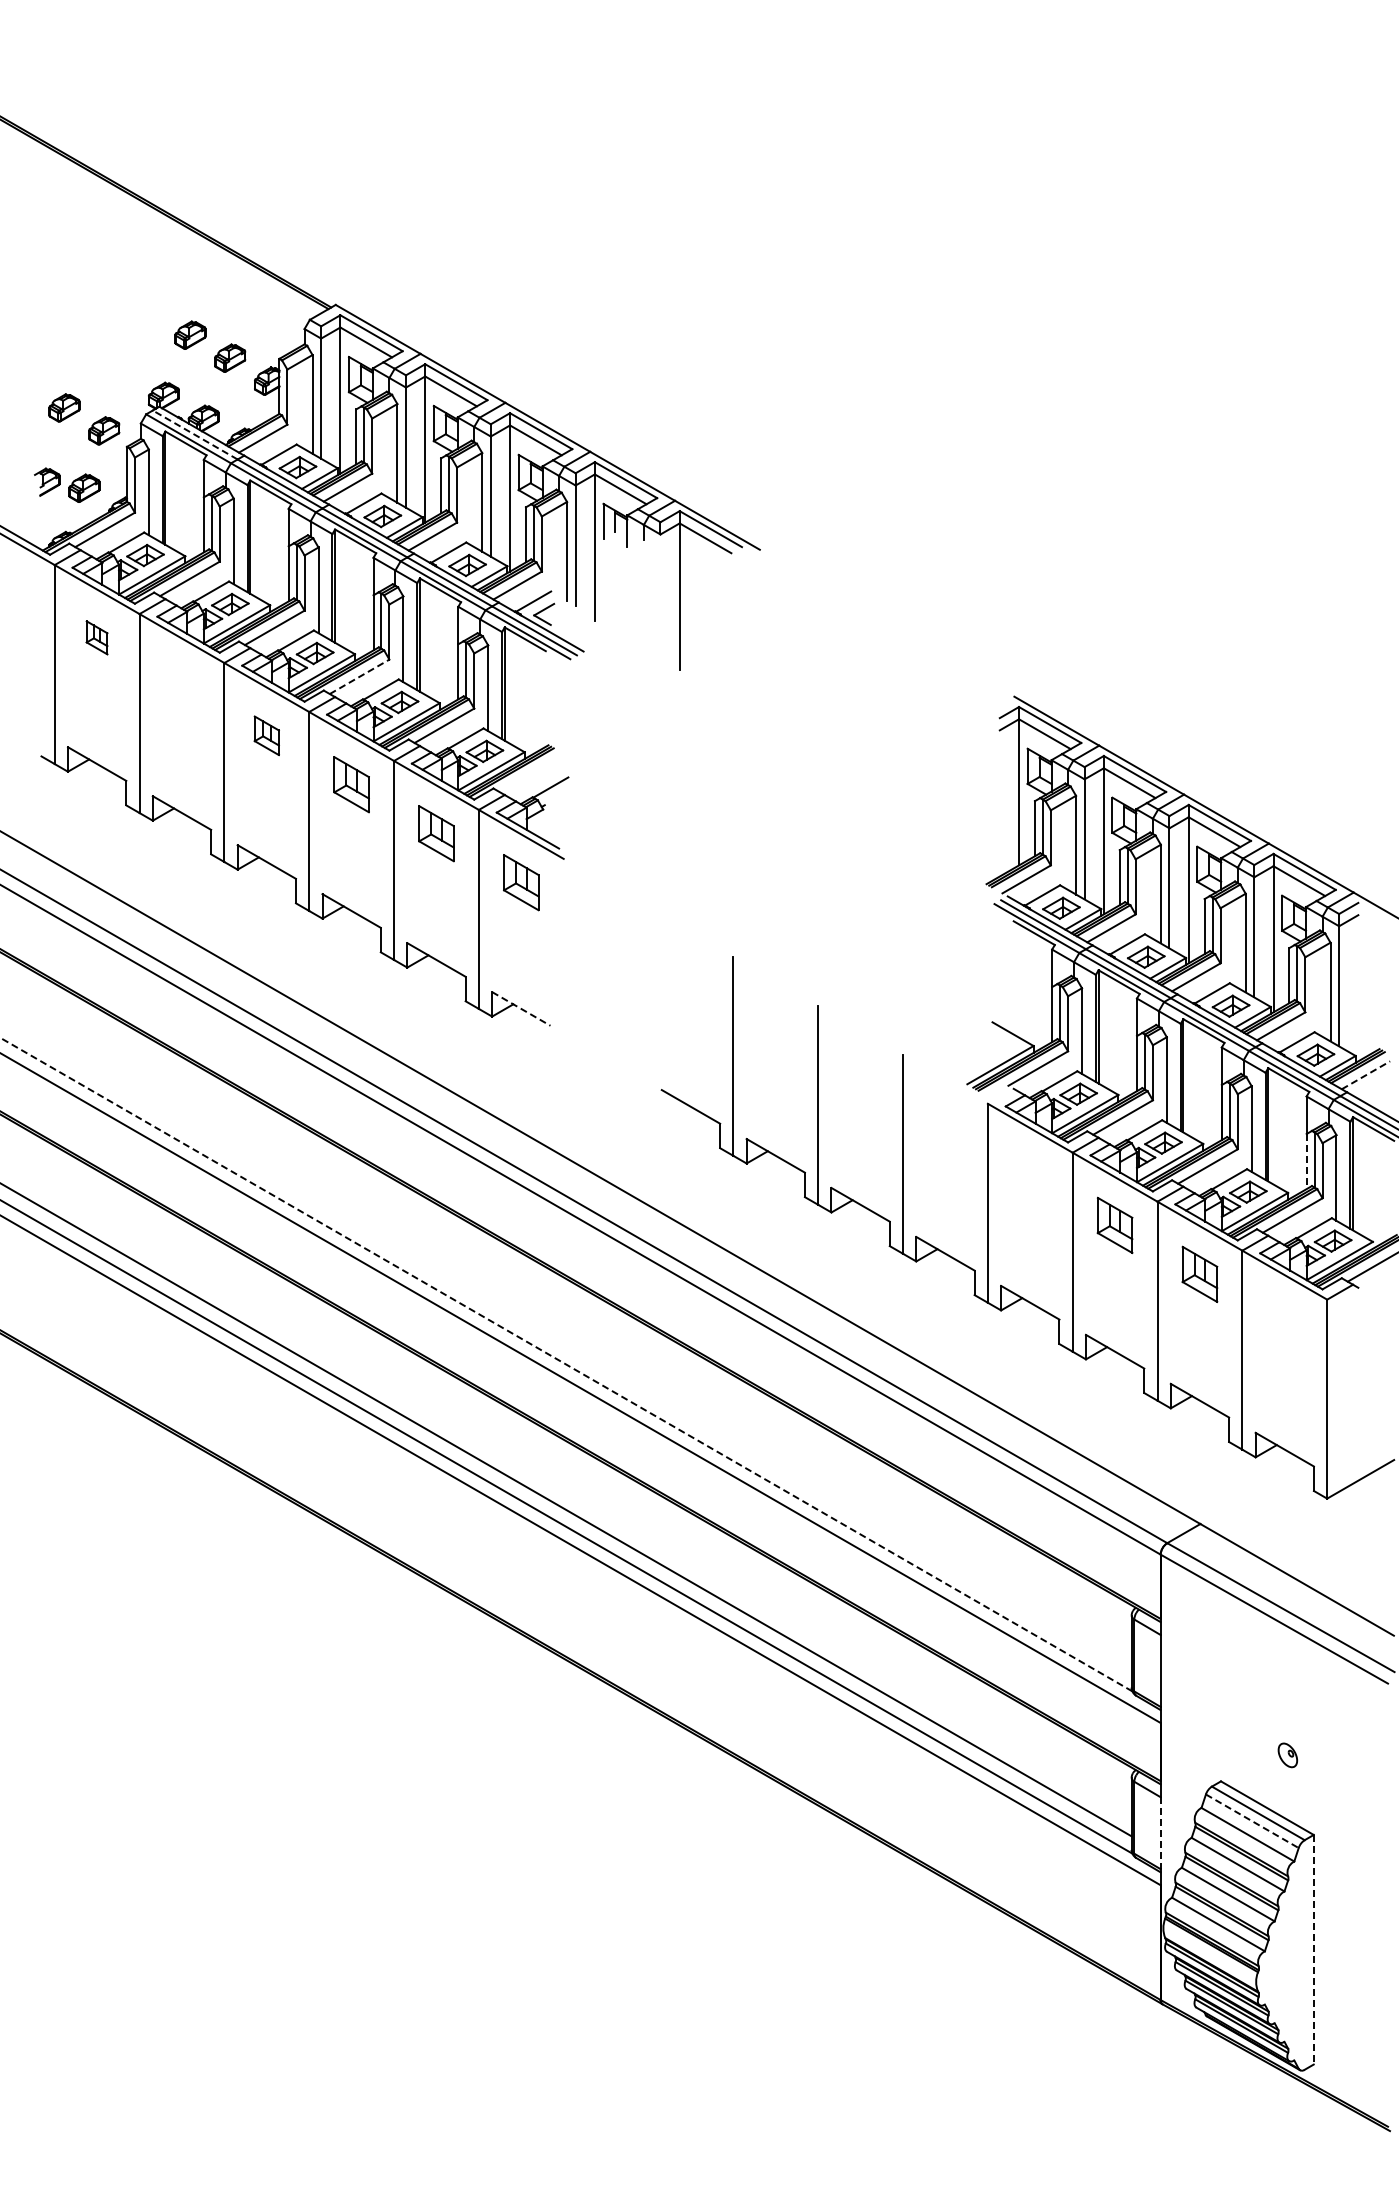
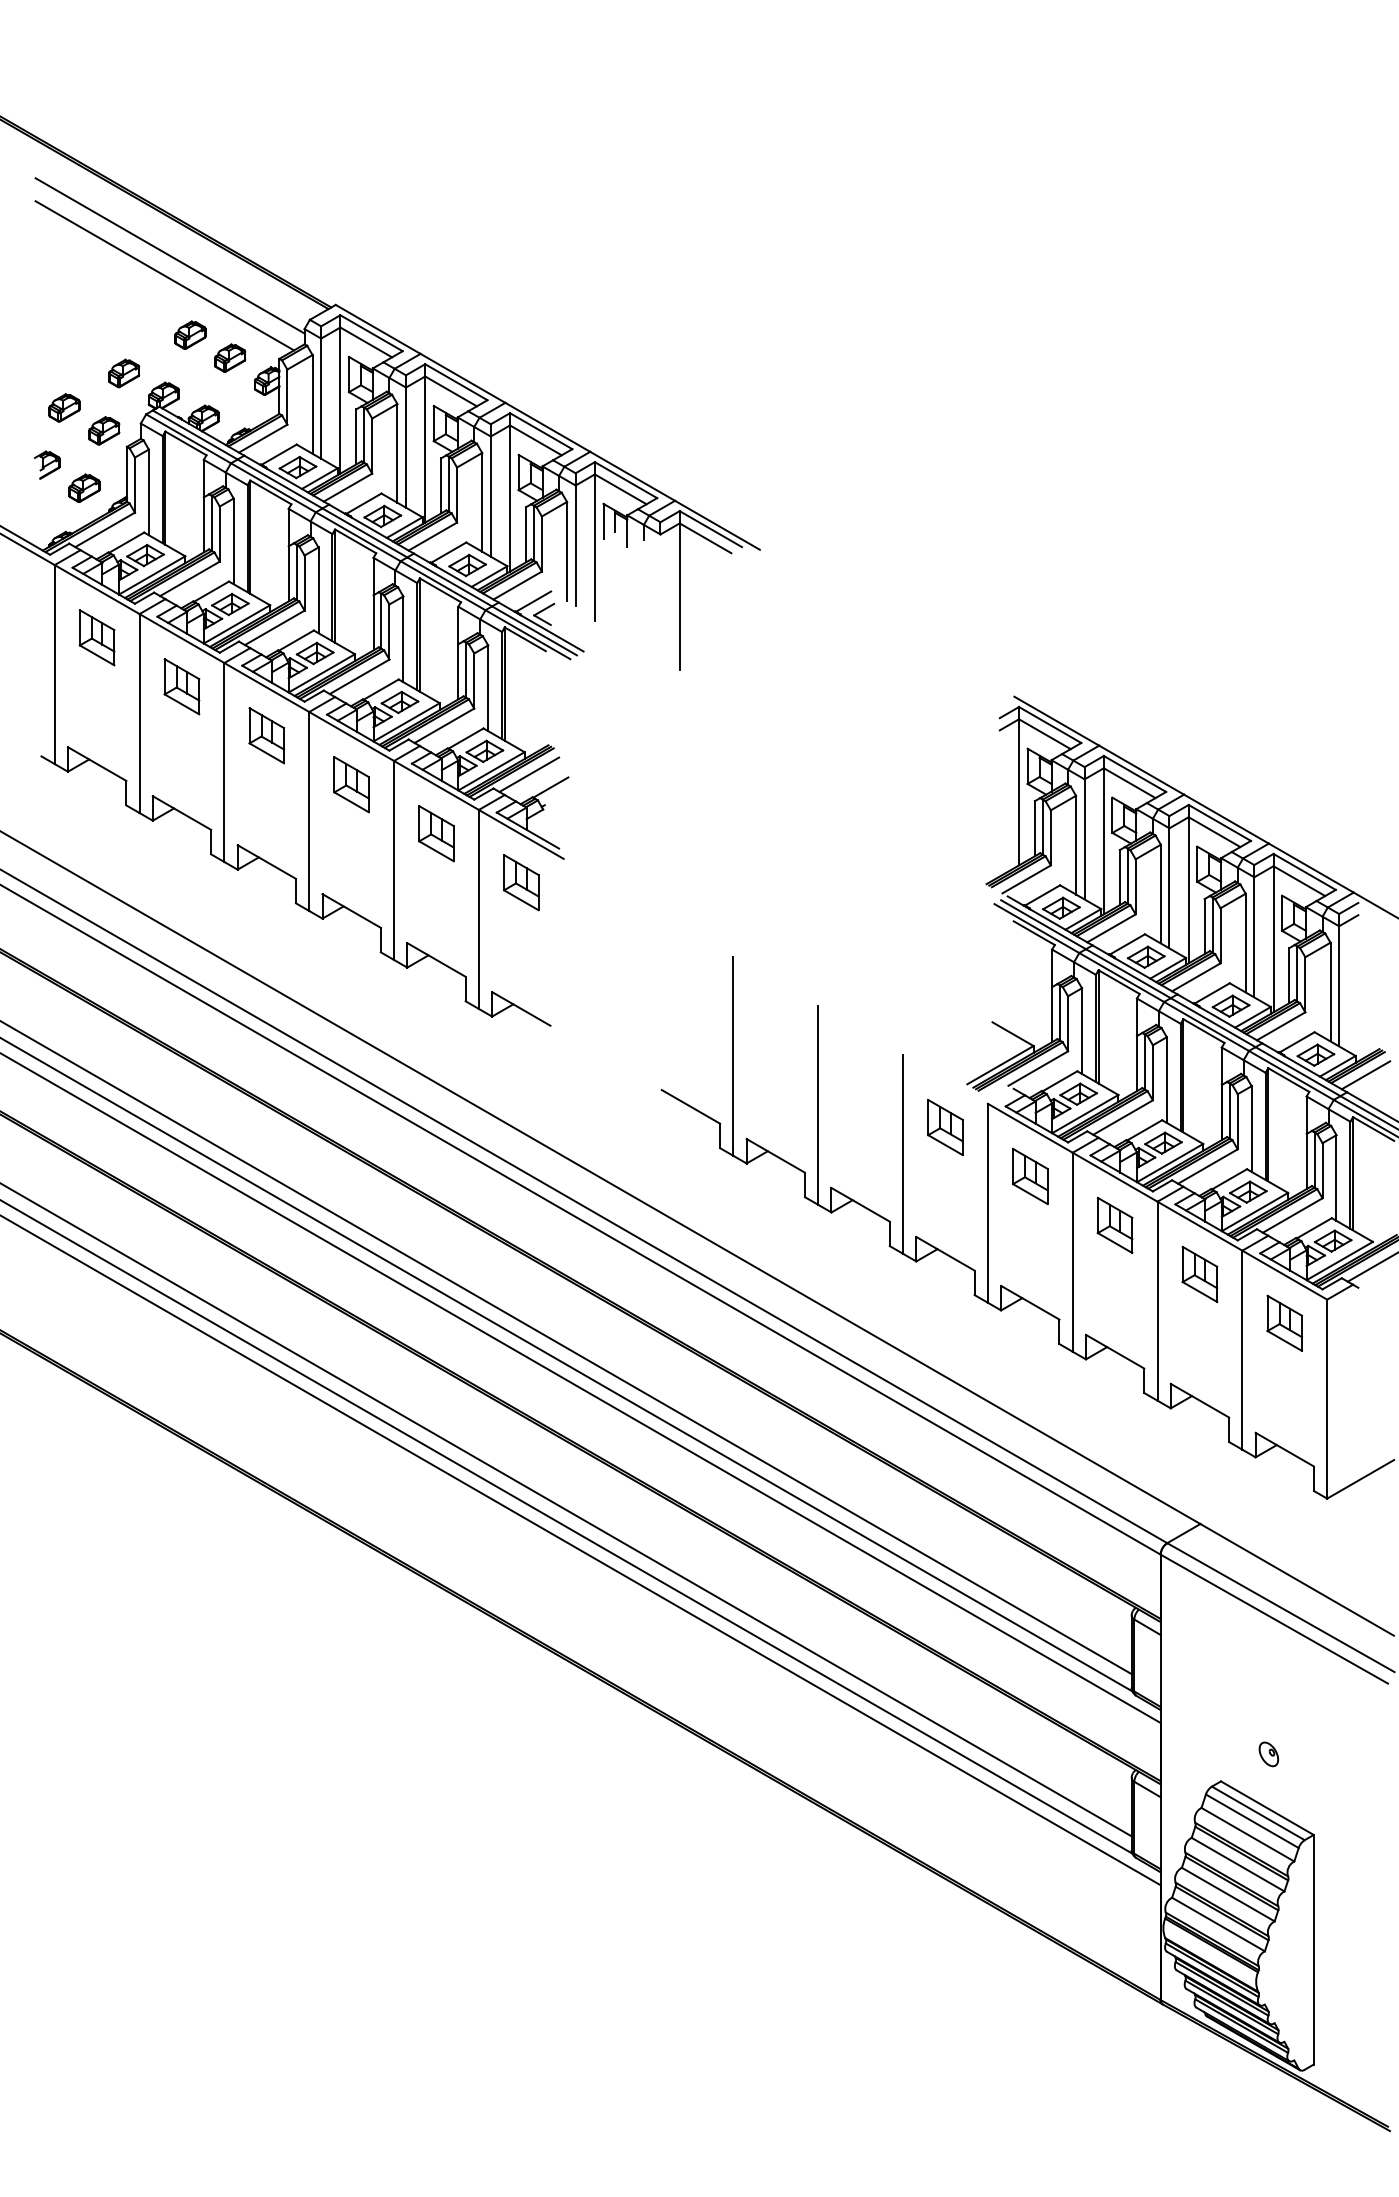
line at (169, 255): none -> present
line at (164, 275): none -> present
part at (124, 373): none -> present
line at (195, 435): dashed -> solid
part at (47, 481) position: (47, 481) -> (47, 464)
part at (96, 637) size: 24x36 px -> 38x58 px
line at (360, 676): dashed -> solid
part at (181, 686): none -> present
part at (266, 735) size: 27x42 px -> 38x58 px
line at (529, 774): none -> present
line at (521, 1008): dashed -> solid
line at (1365, 1075): dashed -> solid
part at (945, 1127): none -> present
line at (1306, 1161): dashed -> solid
part at (1030, 1176): none -> present
part at (1284, 1322): none -> present
line at (566, 1348): none -> present
line at (566, 1364): dashed -> solid
part at (1287, 1755) position: (1287, 1755) -> (1268, 1754)
line at (1252, 1821): dashed -> solid
line at (1160, 1833): dashed -> solid
line at (1313, 1949): dashed -> solid
